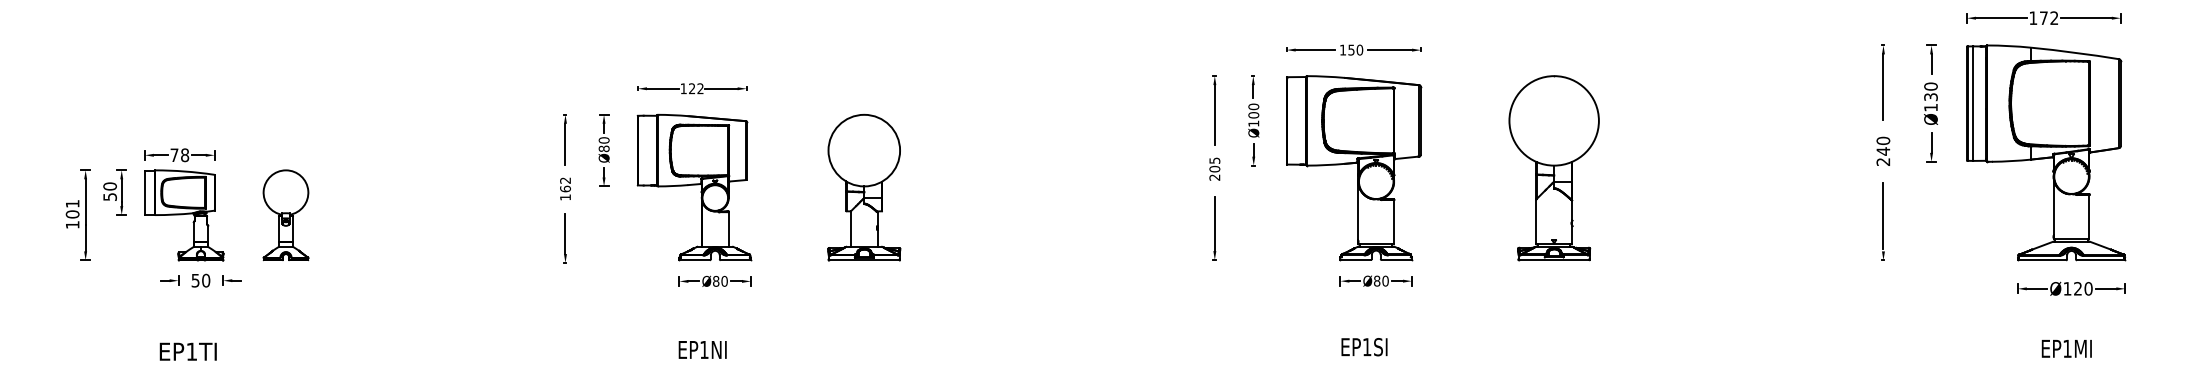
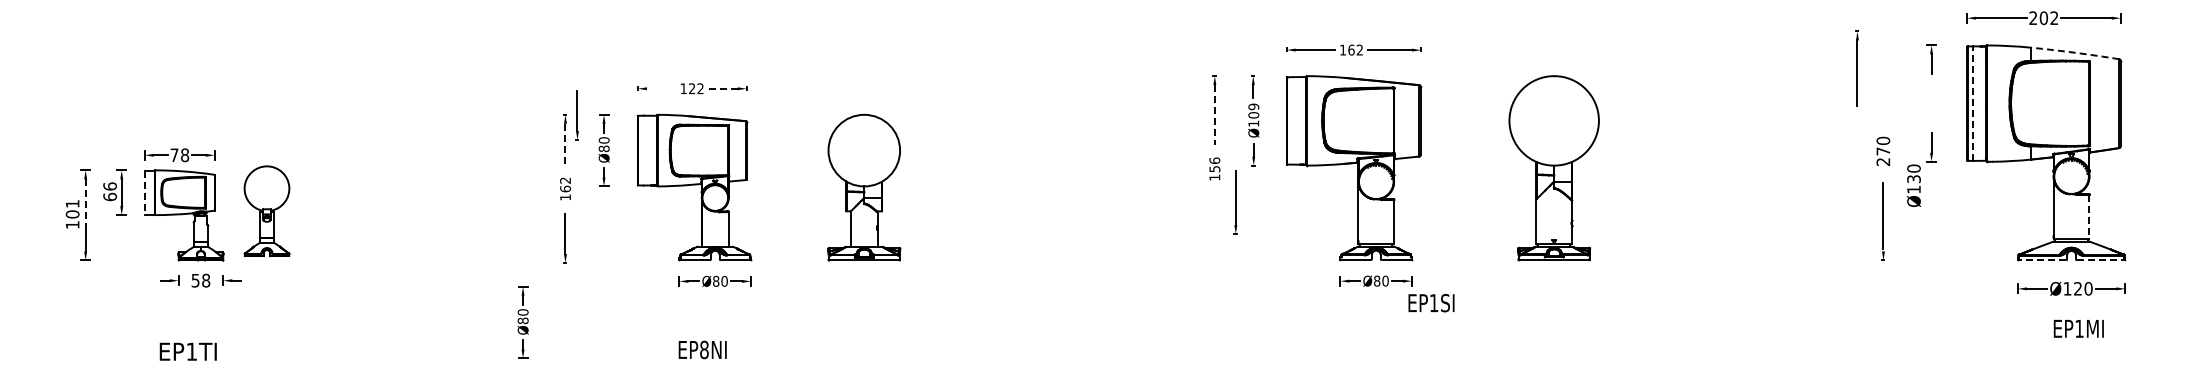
text at (2038, 18): 172 -> 202
text at (1355, 49): 150 -> 162
arc at (2075, 52): solid -> dashed
part at (1882, 82) position: (1882, 82) -> (1856, 68)
line at (663, 88): present -> none
line at (720, 88): solid -> dashed
text at (1930, 103) position: (1930, 103) -> (1913, 185)
line at (1973, 103): solid -> dashed
text at (1253, 106): Ø100 -> Ø109
line at (1214, 114): solid -> dashed
part at (576, 115): none -> present
line at (565, 144): solid -> dashed
text at (1883, 151): 240 -> 270
text at (1214, 168): 205 -> 156
text at (109, 191): 50 -> 66
line at (144, 192): solid -> dashed
line at (85, 202): solid -> dashed
part at (285, 215) position: (285, 215) -> (266, 211)
line at (2089, 217): solid -> dashed
part at (1214, 228) position: (1214, 228) -> (1235, 202)
line at (2041, 260): solid -> dashed
line at (2101, 260): solid -> dashed
text at (206, 280): 50 -> 58
part at (522, 322): none -> present
text at (1364, 347) position: (1364, 347) -> (1431, 303)
text at (2066, 348) position: (2066, 348) -> (2078, 328)
text at (704, 349): EP1NI -> EP8NI
